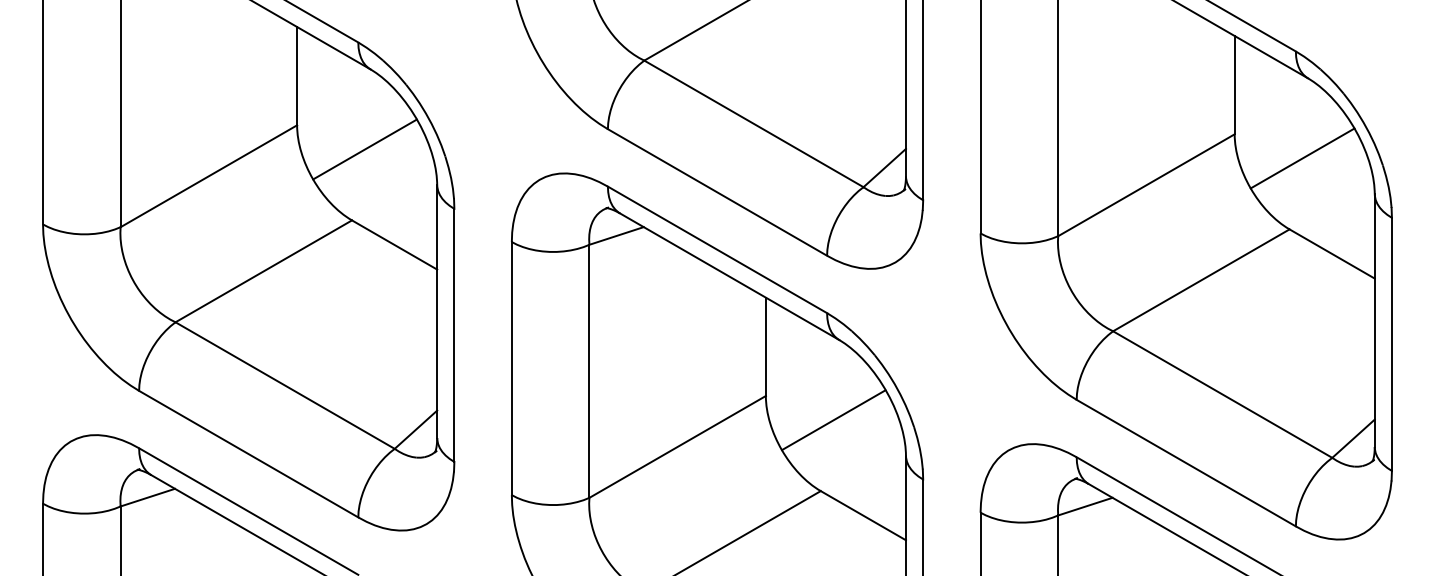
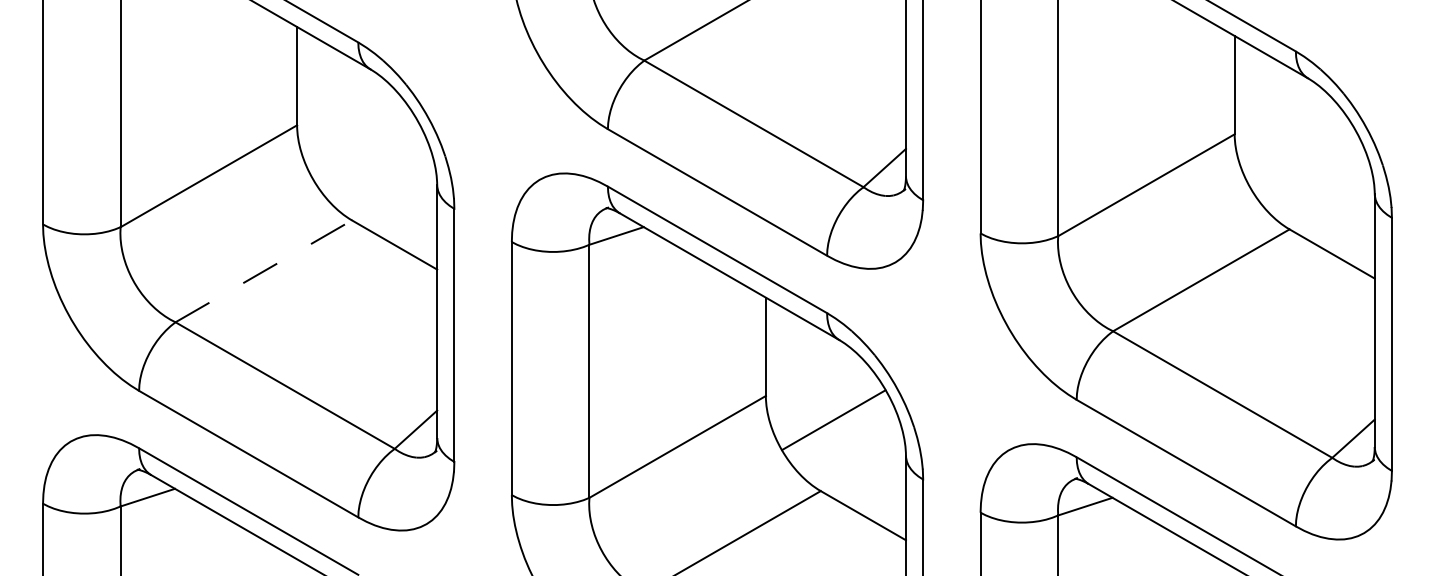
line at (364, 149): present -> none
line at (1302, 158): present -> none
line at (263, 271): solid -> dashed
